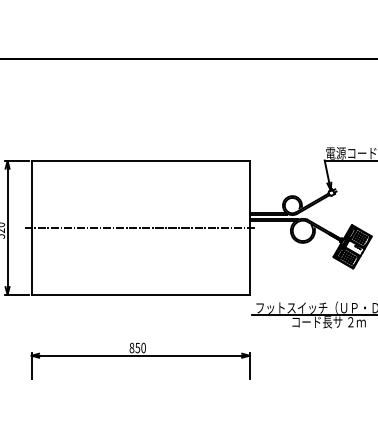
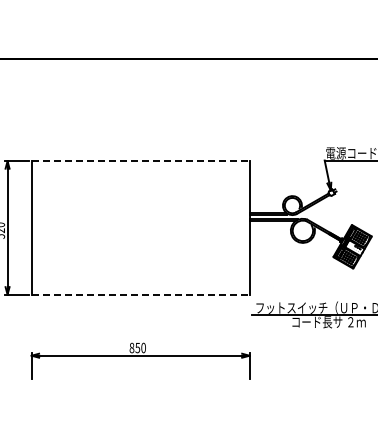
line at (140, 161): solid -> dashed
line at (139, 227): present -> none
line at (140, 294): solid -> dashed
